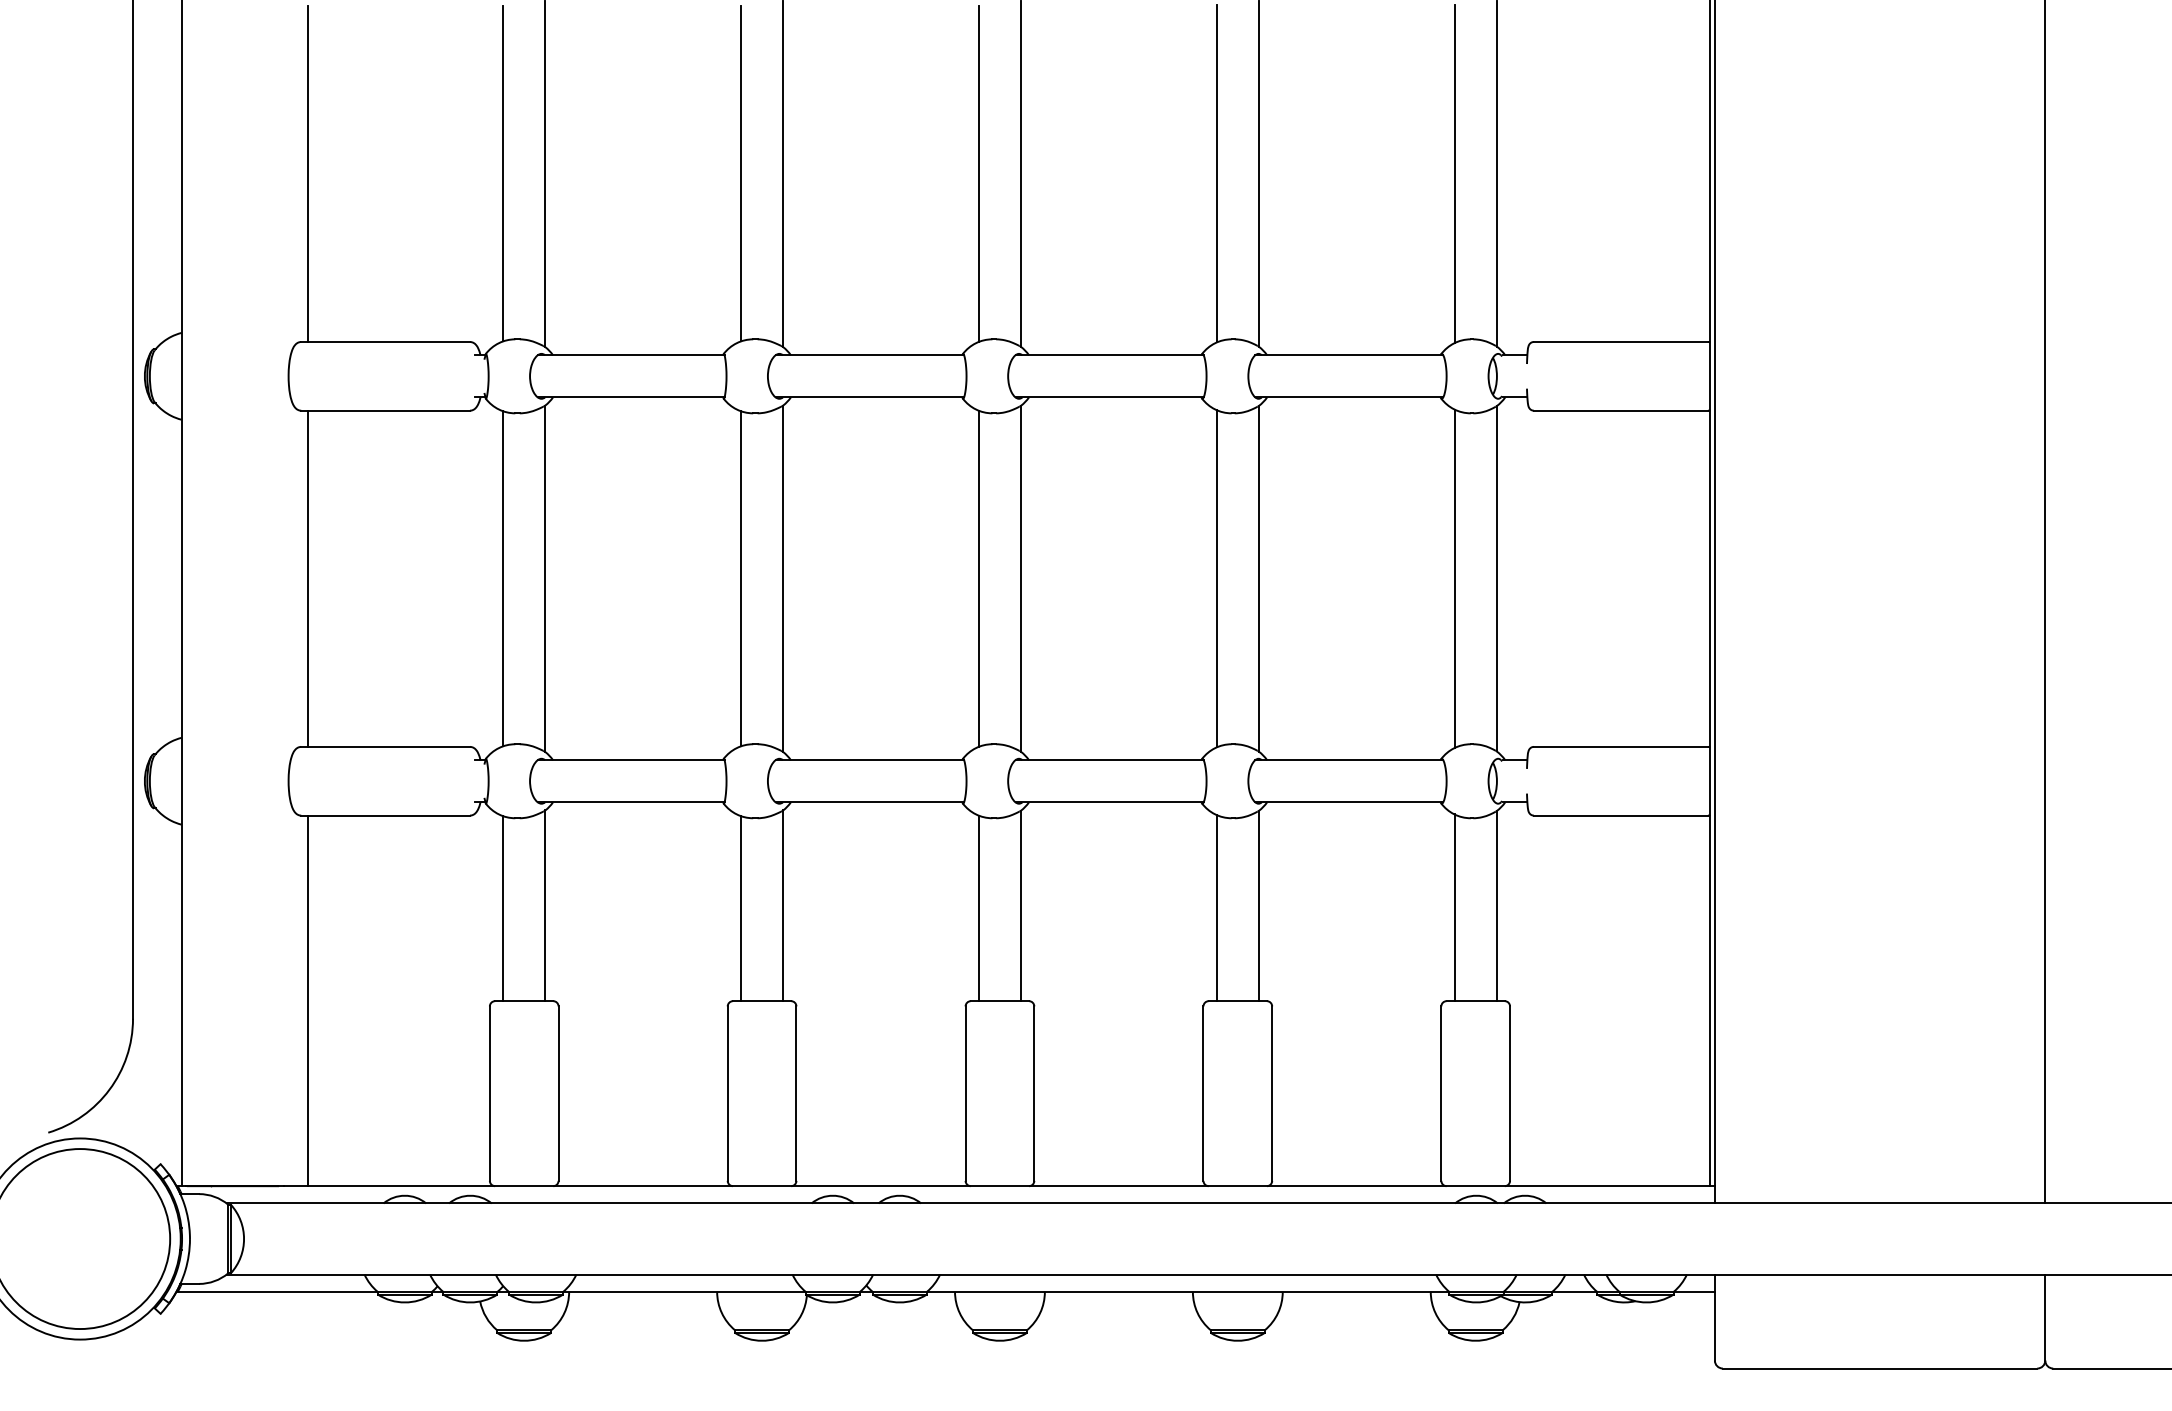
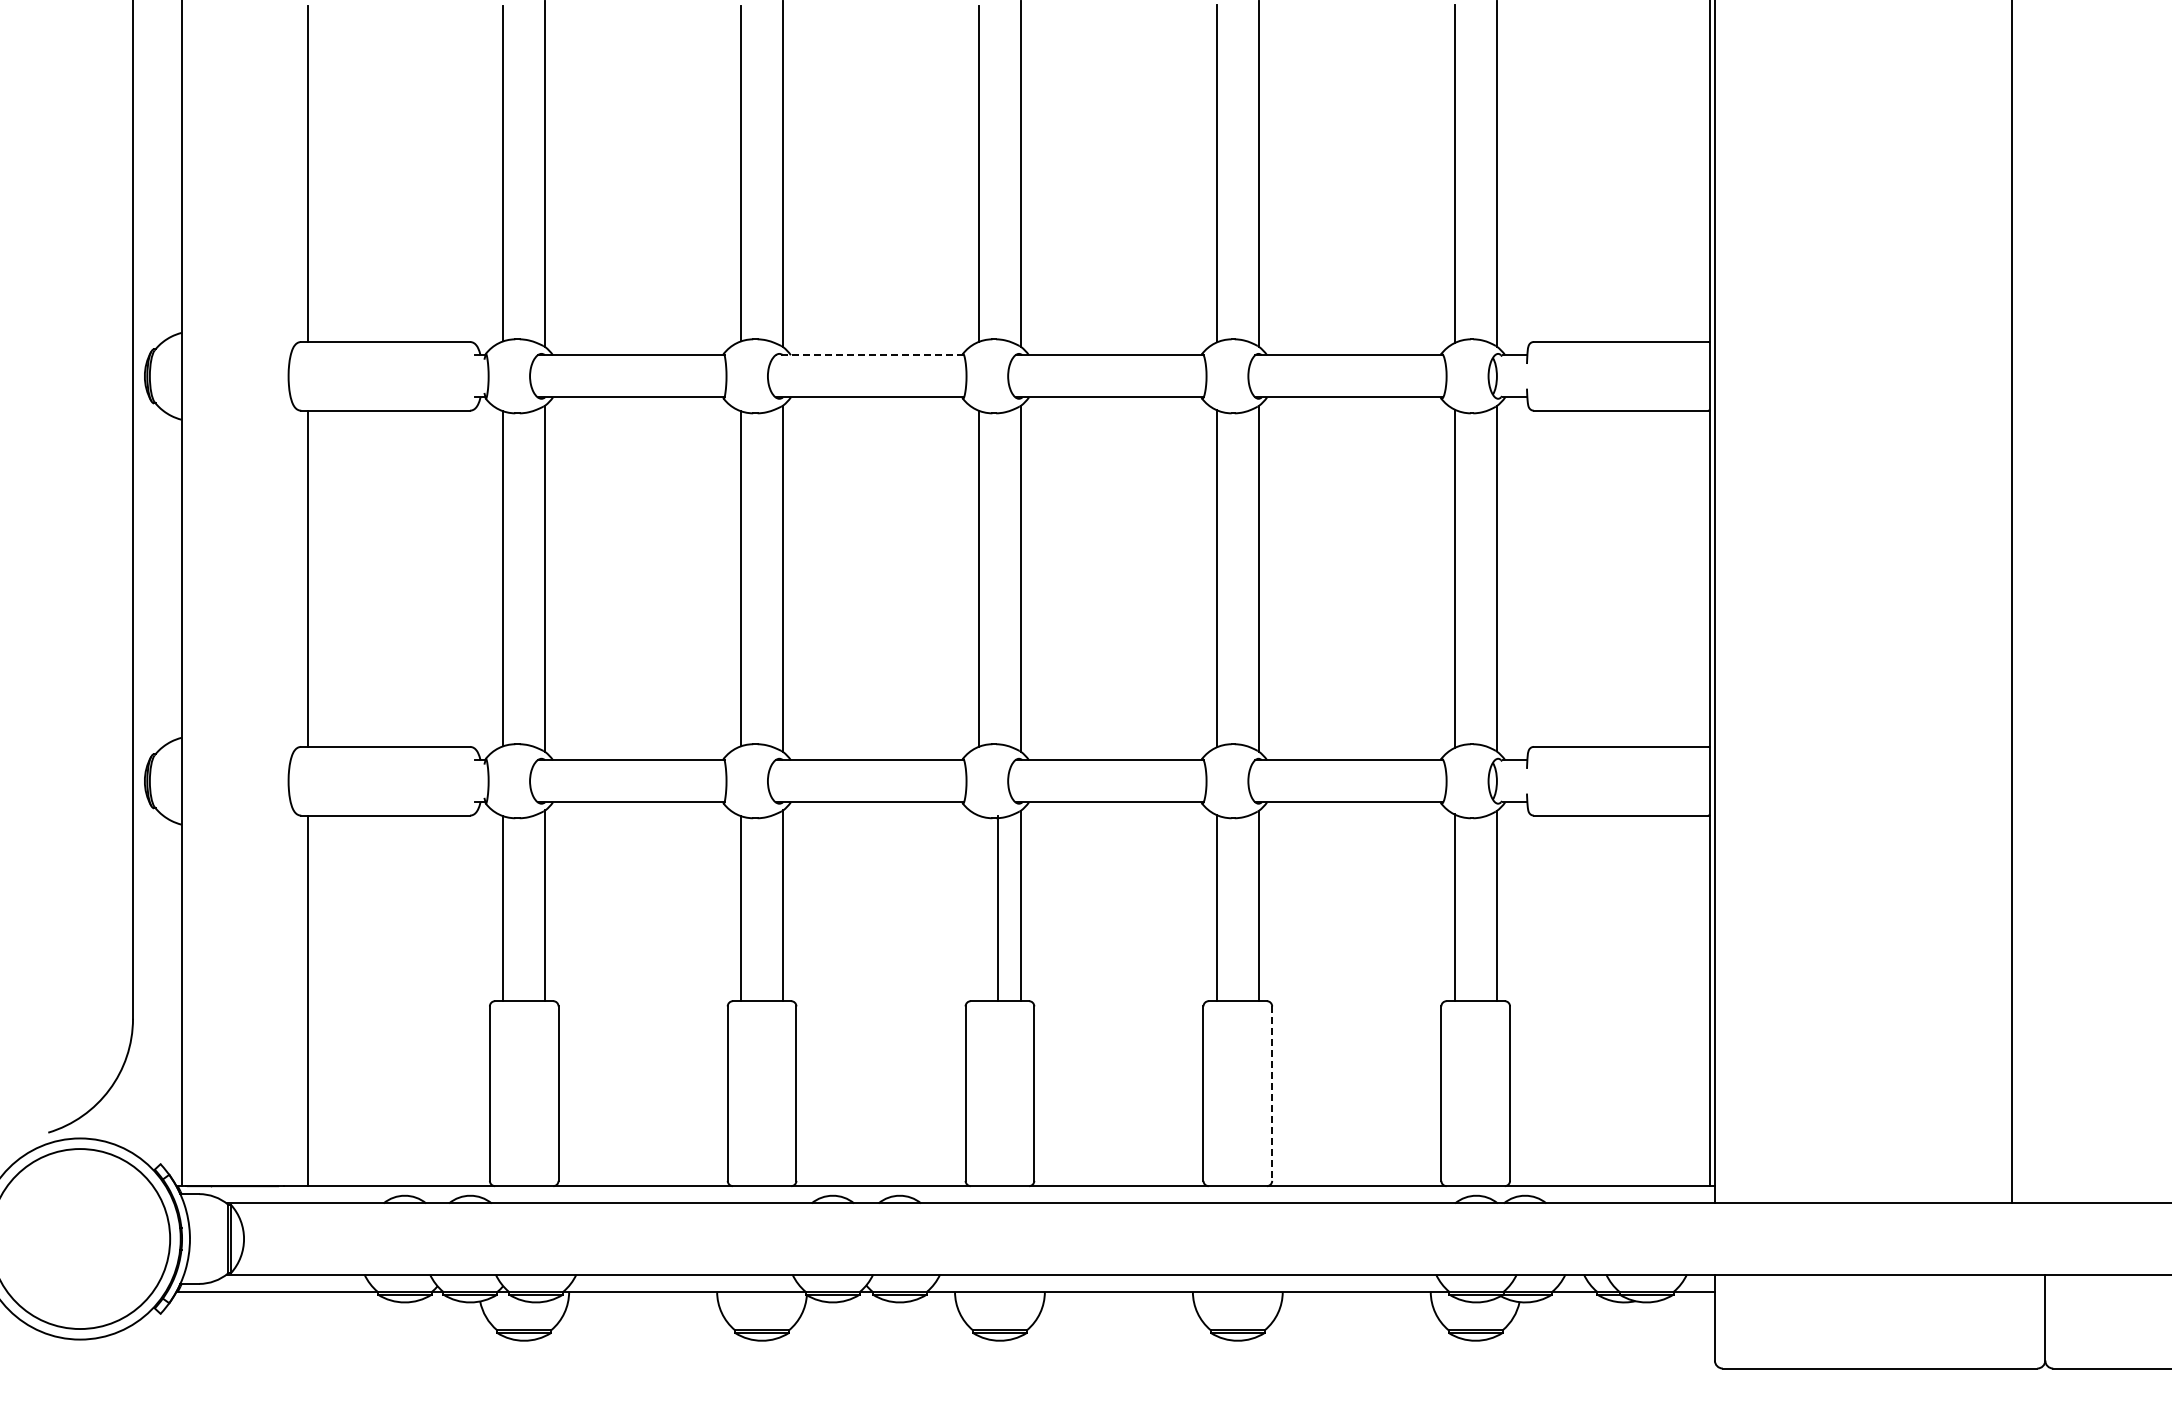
line at (869, 355): solid -> dashed
line at (2045, 602) position: (2045, 602) -> (2012, 602)
line at (978, 908) position: (978, 908) -> (997, 908)
line at (1272, 1094): solid -> dashed
